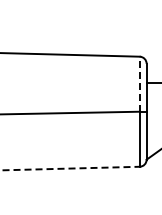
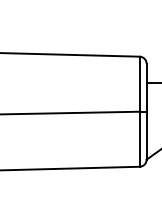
line at (139, 84): dashed -> solid
line at (70, 168): dashed -> solid
